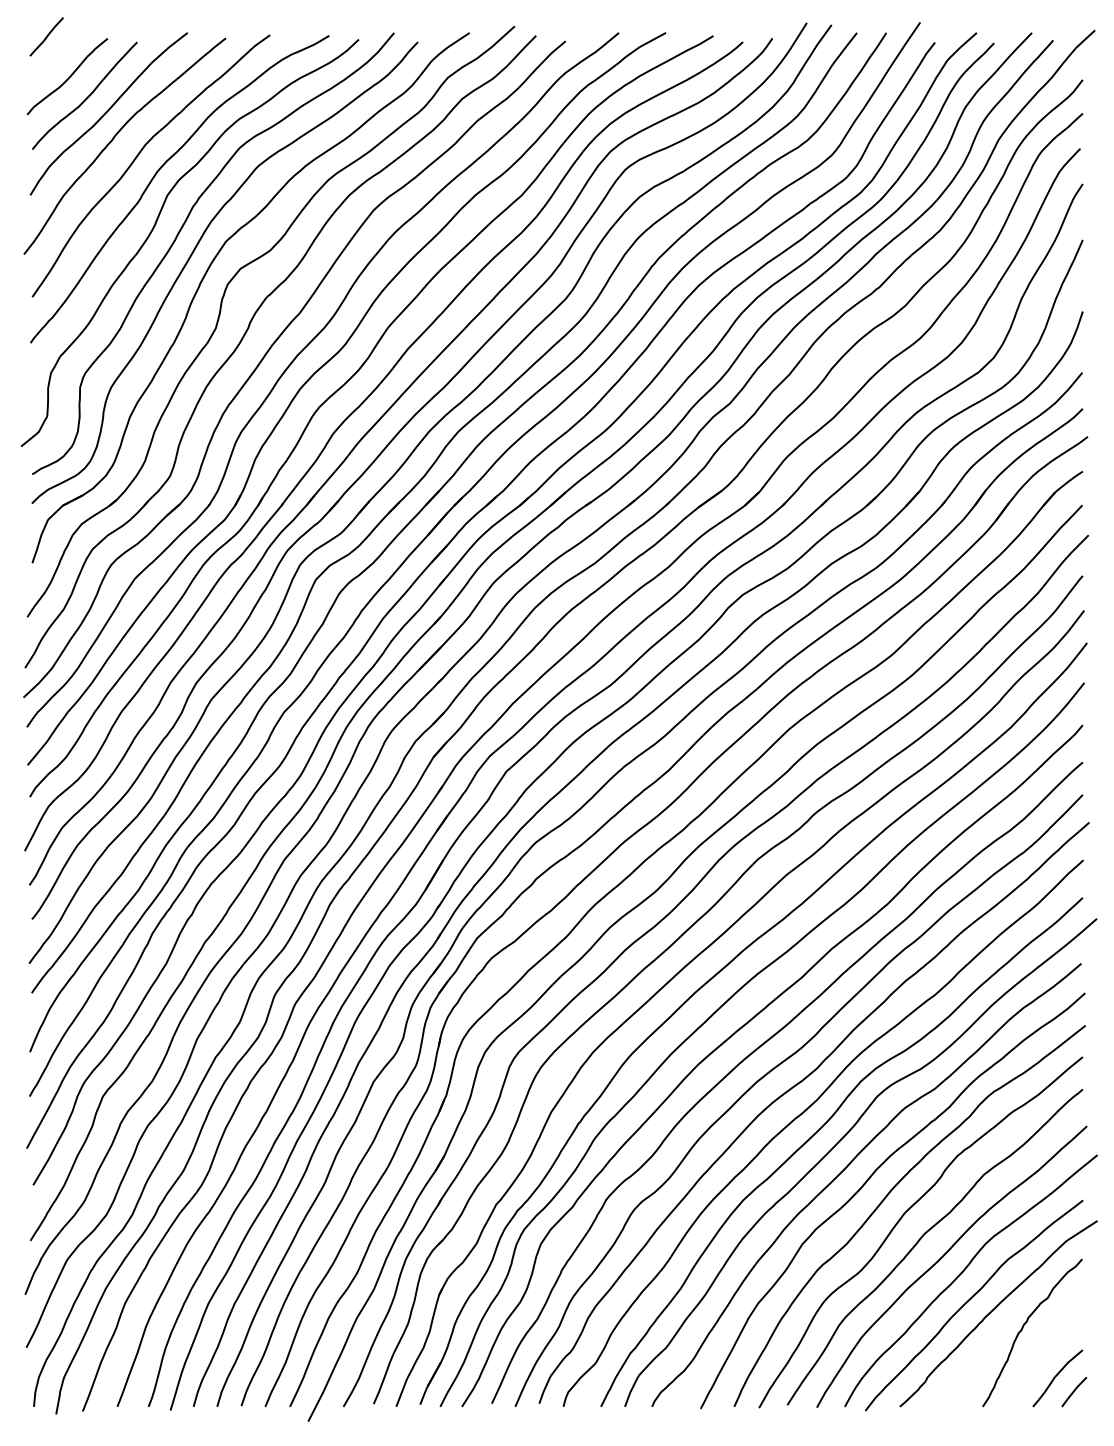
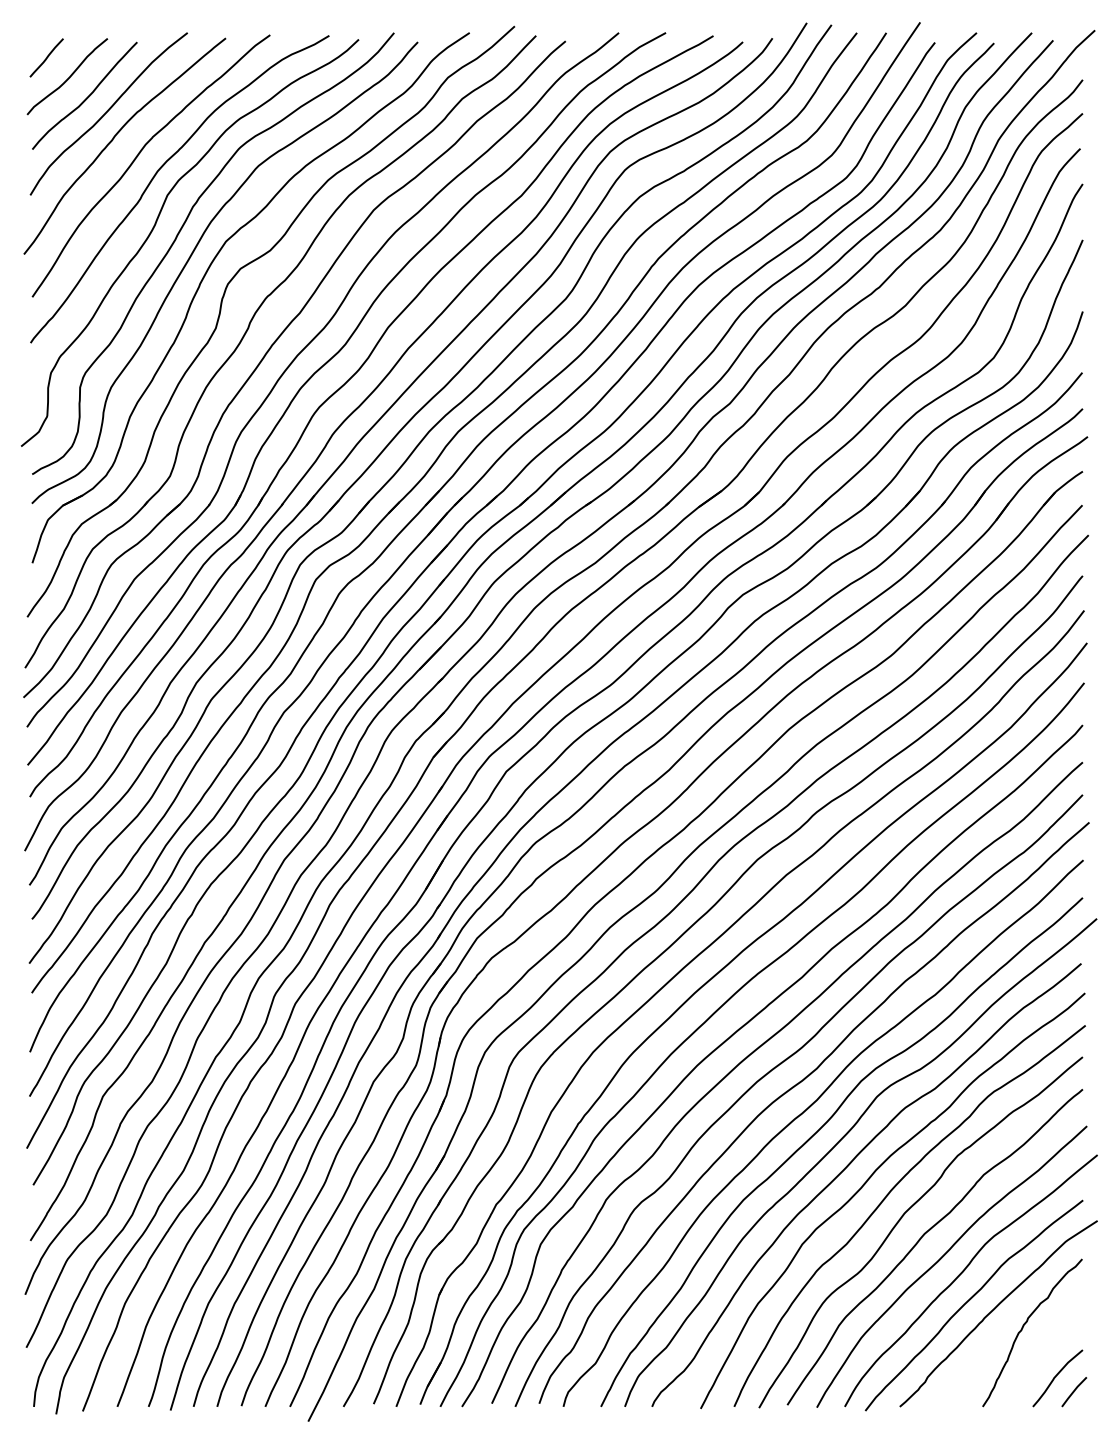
line at (46, 36) position: (46, 36) -> (46, 57)
